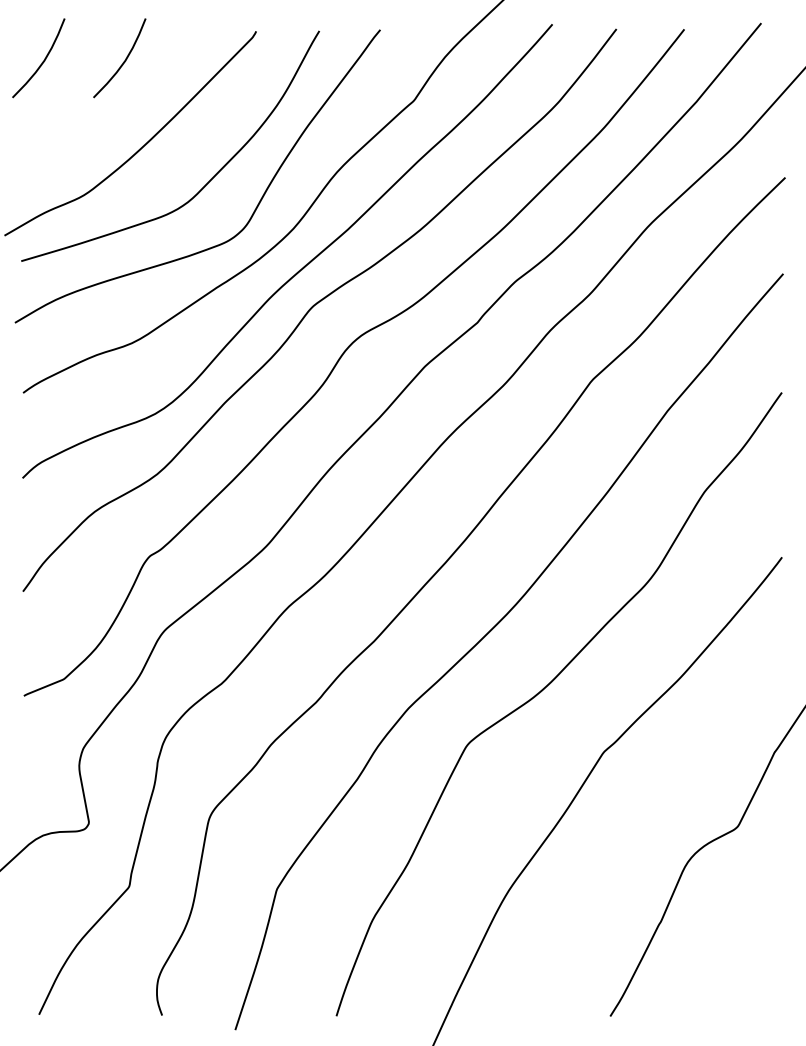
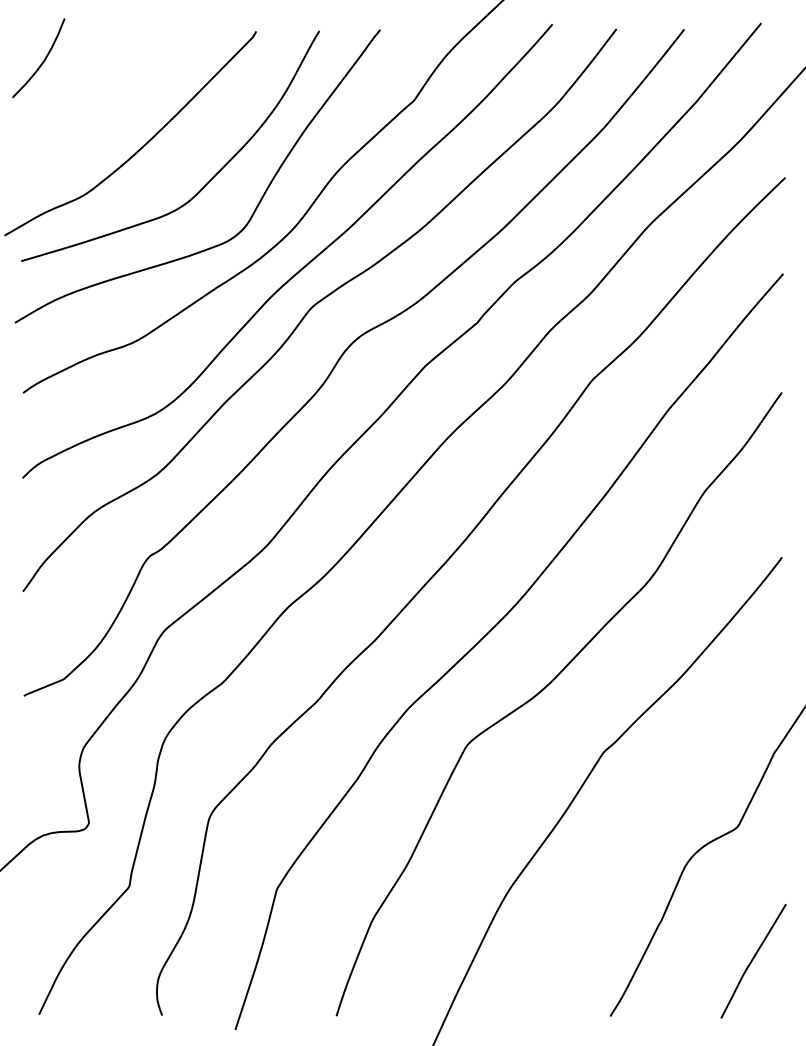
curve at (123, 61): present -> none
curve at (753, 960): none -> present
